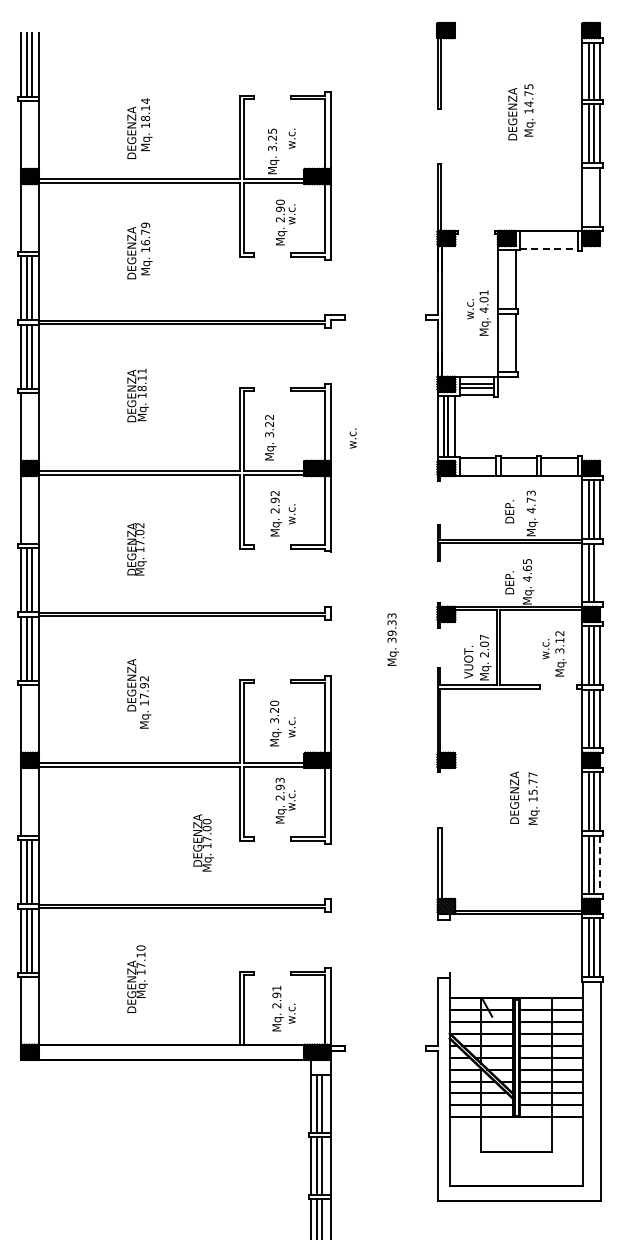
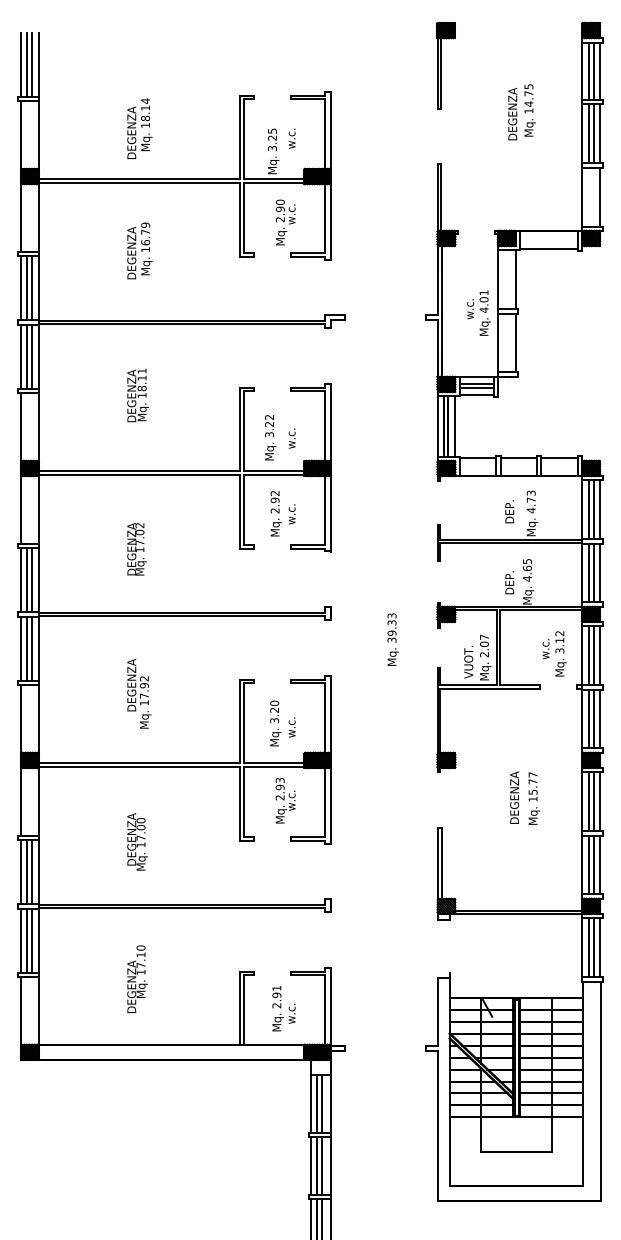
line at (548, 248): dashed -> solid
text at (352, 438) position: (352, 438) -> (291, 438)
line at (599, 572): none -> present
text at (203, 842) position: (203, 842) -> (137, 841)
line at (599, 865): dashed -> solid
